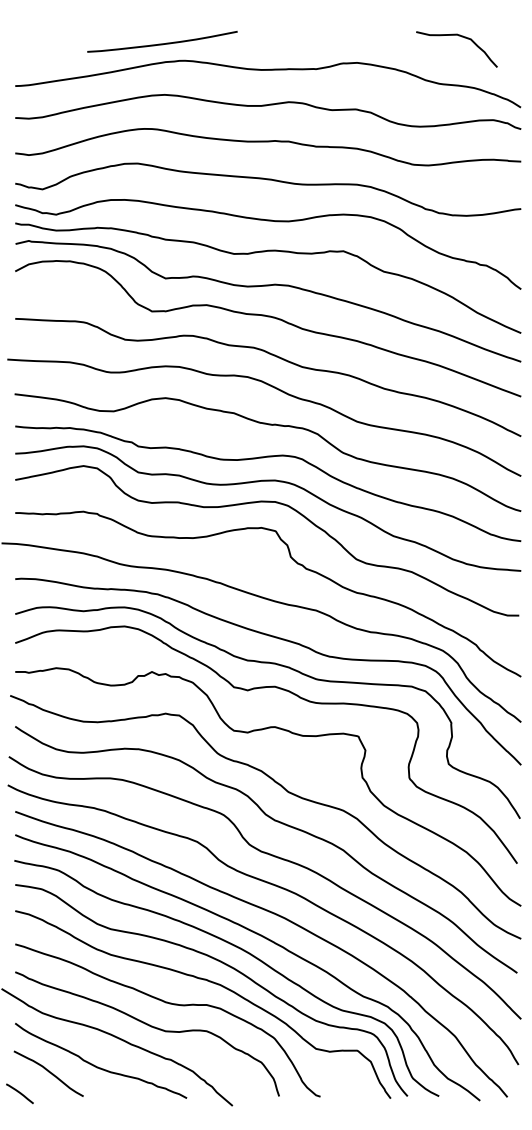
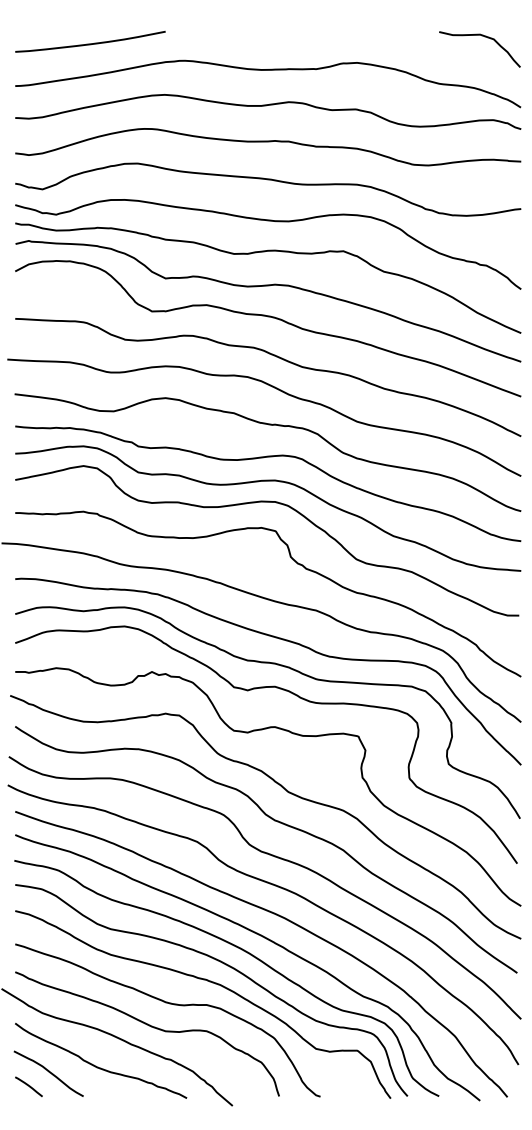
curve at (461, 37) position: (461, 37) -> (484, 37)
curve at (162, 43) position: (162, 43) -> (90, 43)
line at (19, 1093) position: (19, 1093) -> (28, 1086)
